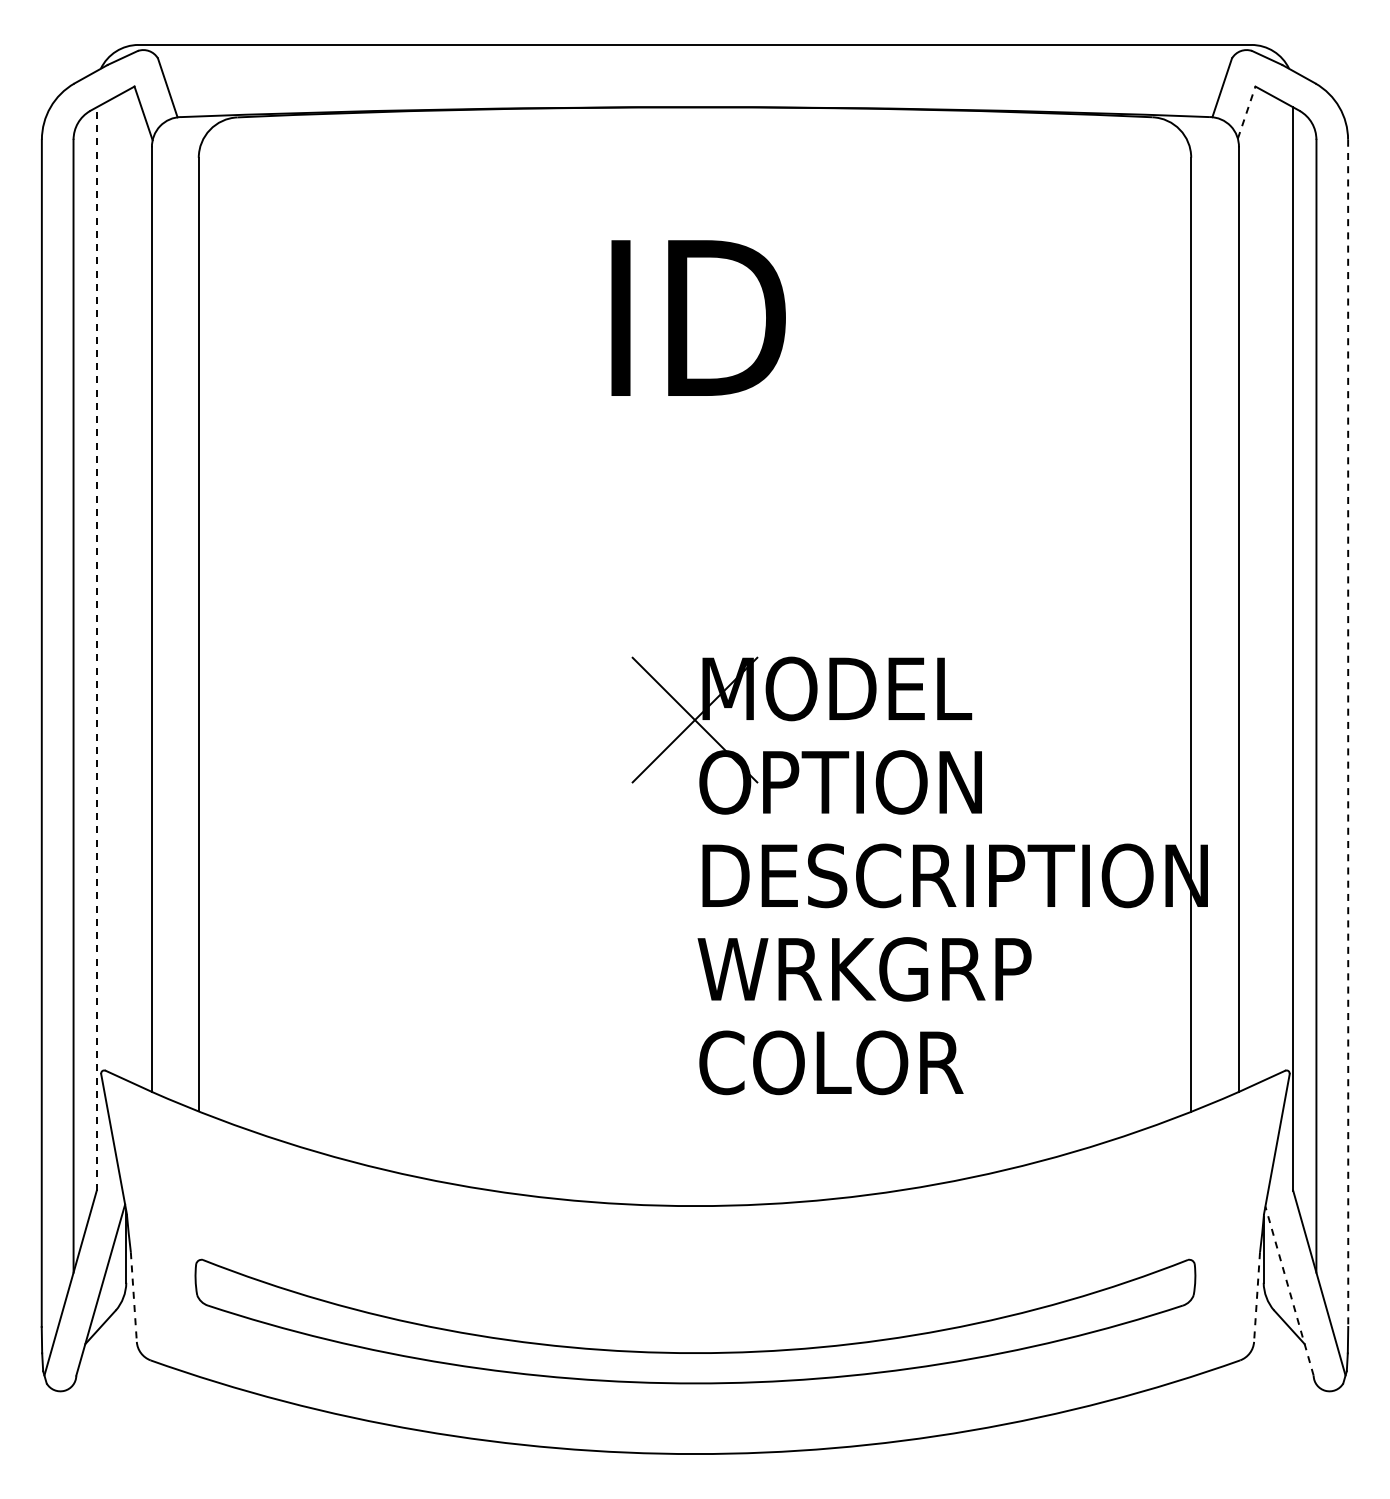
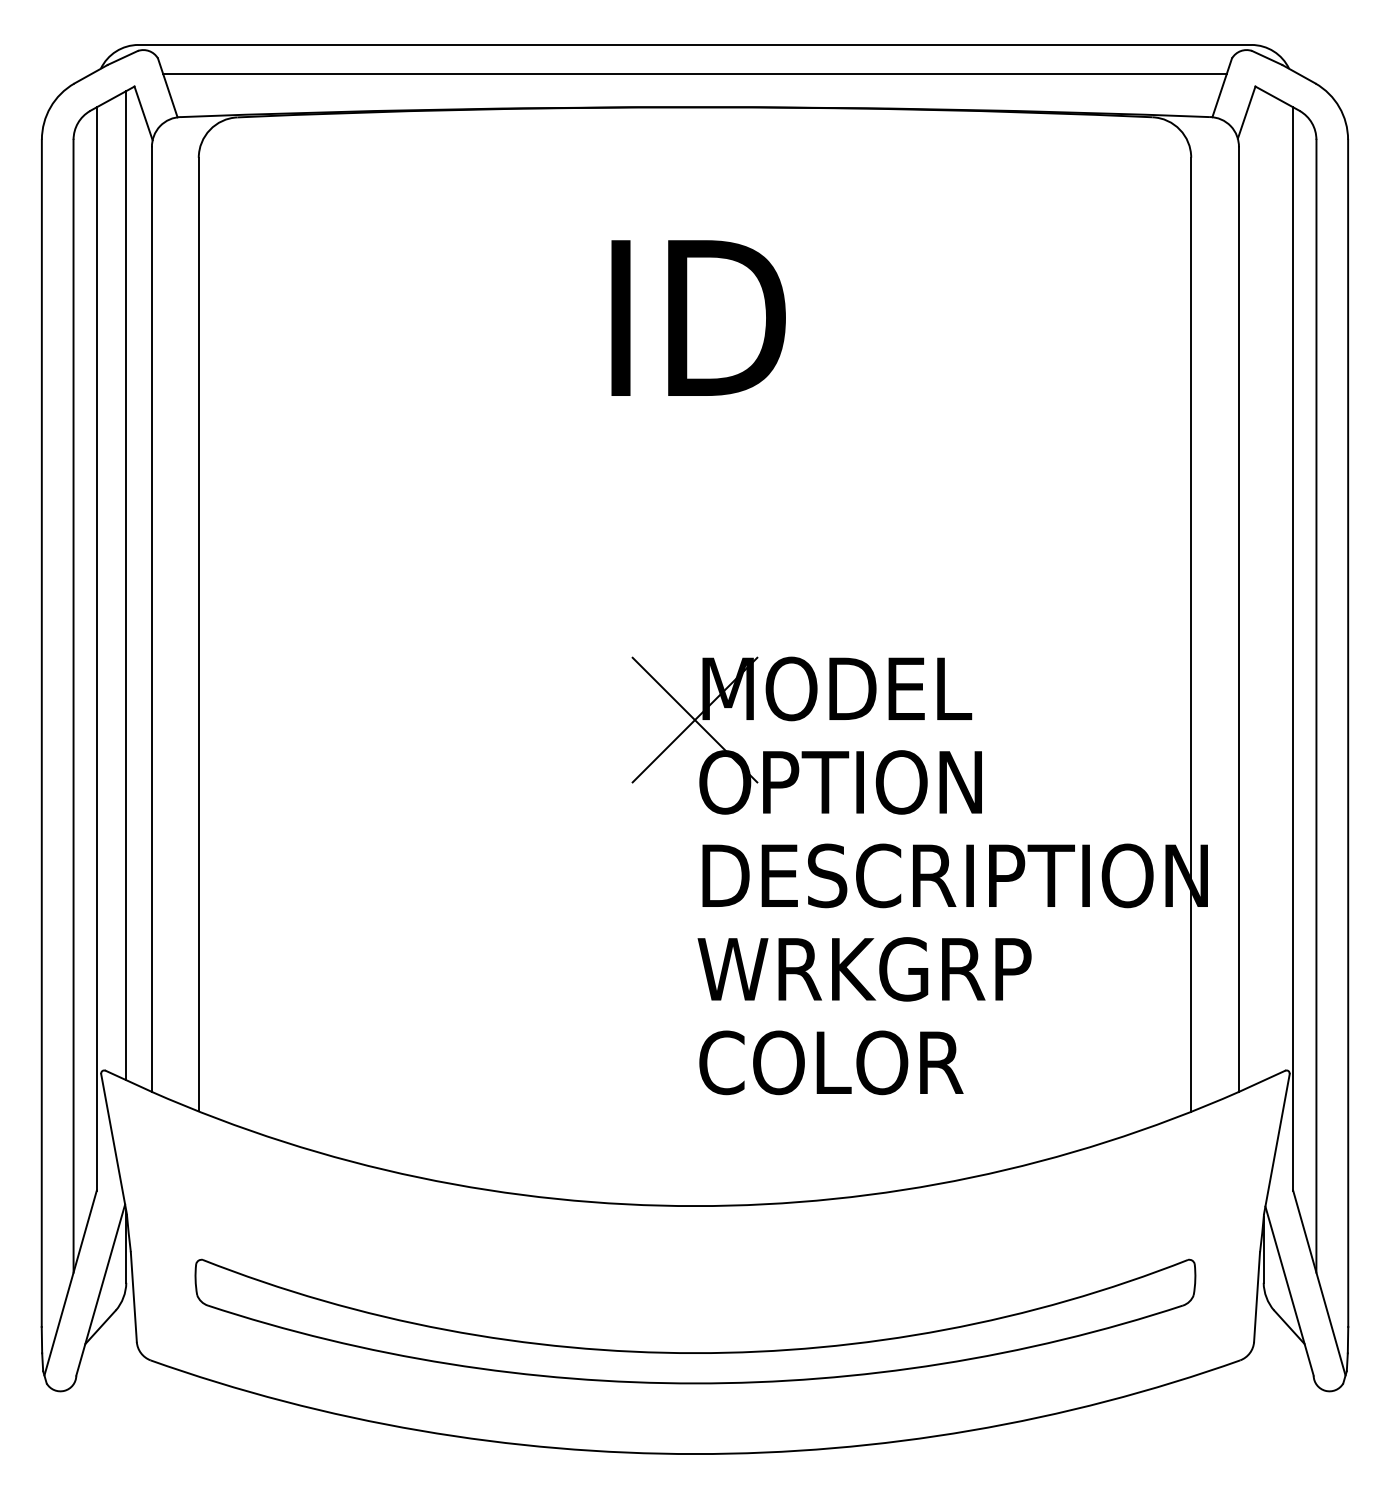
line at (694, 74): none -> present
line at (1246, 112): dashed -> solid
line at (126, 585): none -> present
line at (96, 648): dashed -> solid
line at (1348, 733): dashed -> solid
line at (1289, 1291): dashed -> solid
line at (133, 1297): dashed -> solid
line at (1257, 1297): dashed -> solid
